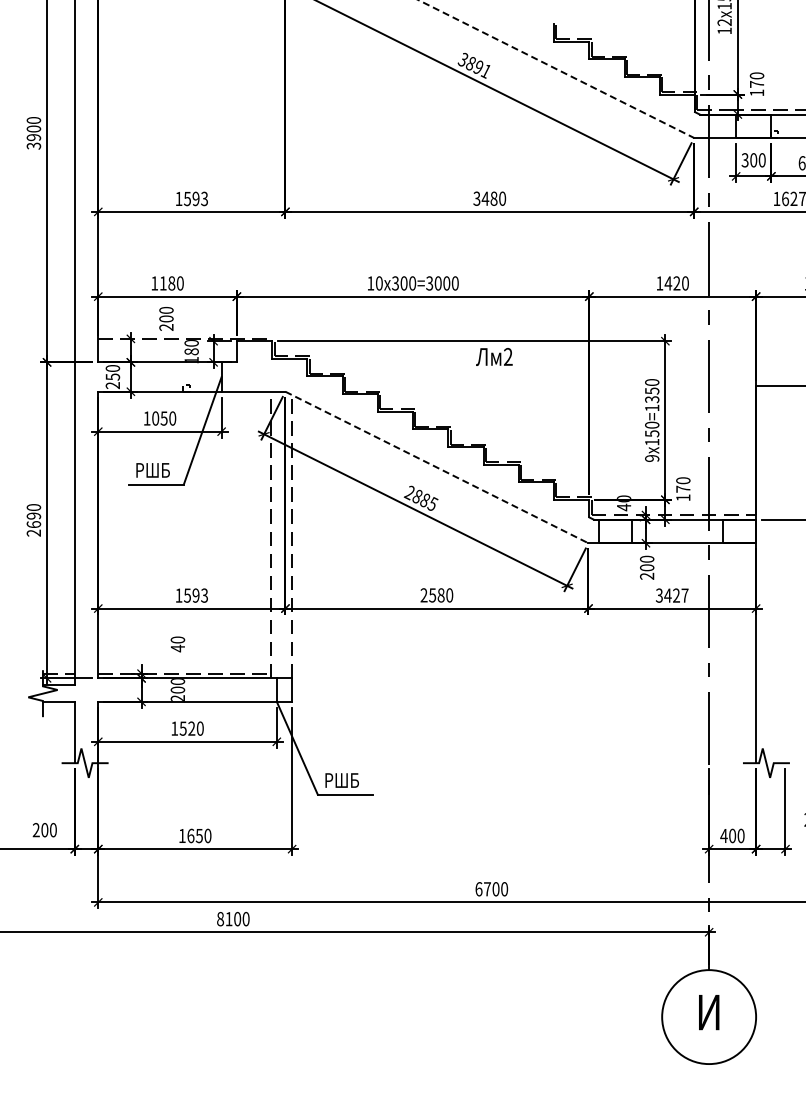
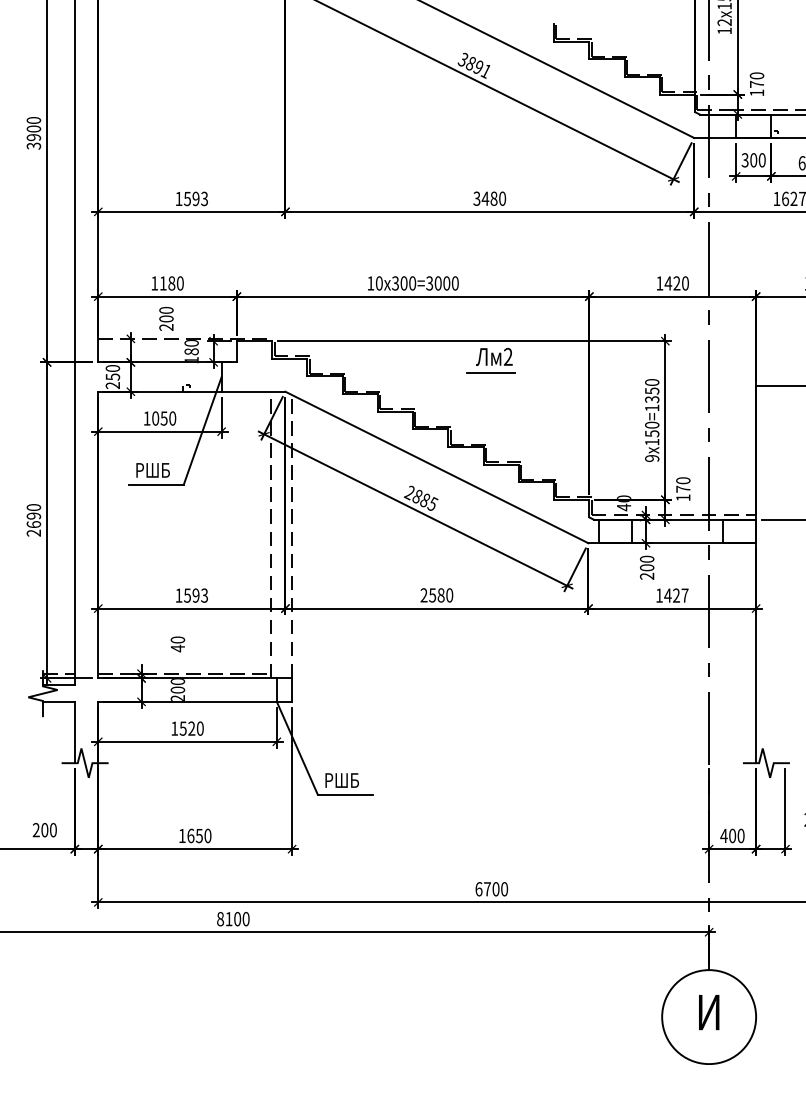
line at (556, 69): dashed -> solid
line at (490, 373): none -> present
line at (437, 467): dashed -> solid
text at (659, 595): 3427 -> 1427
